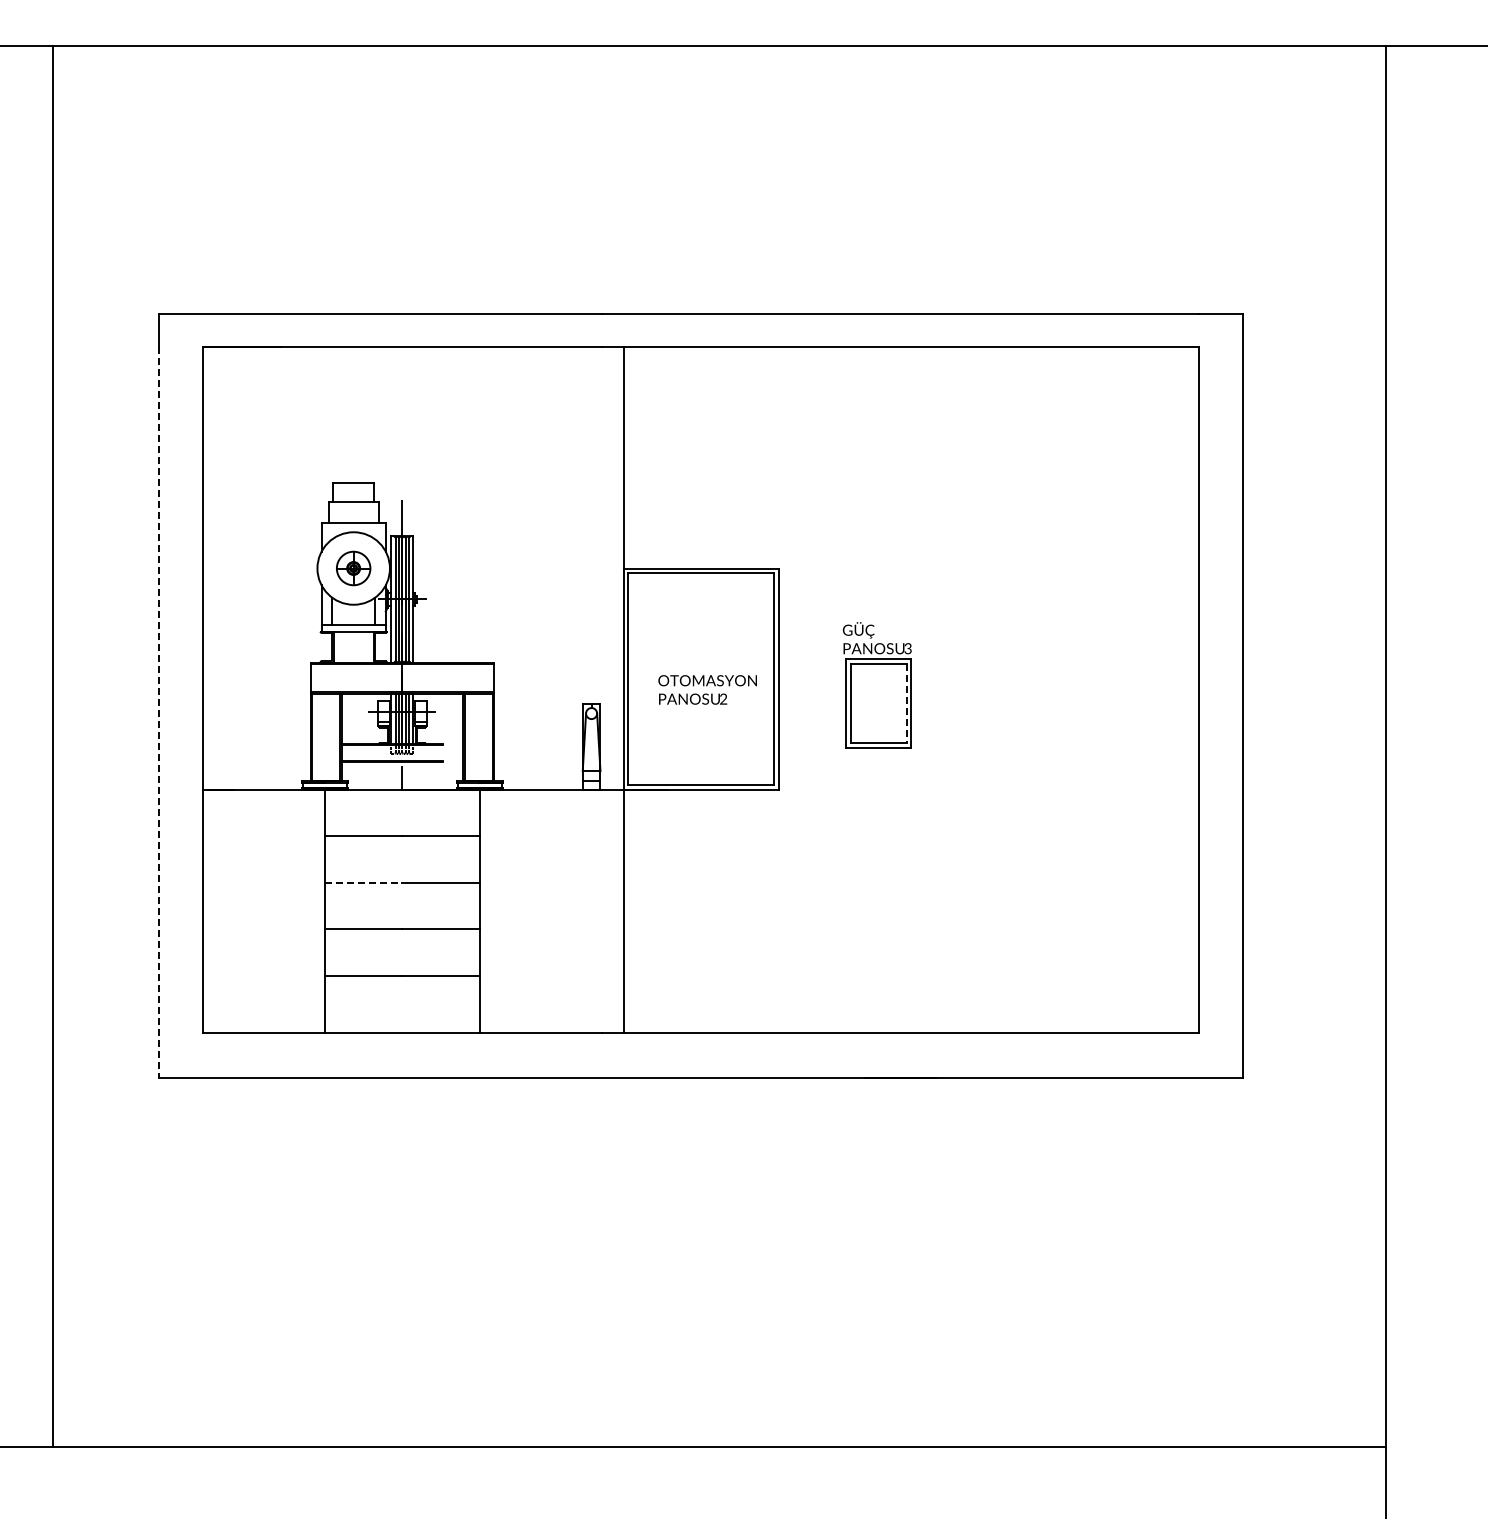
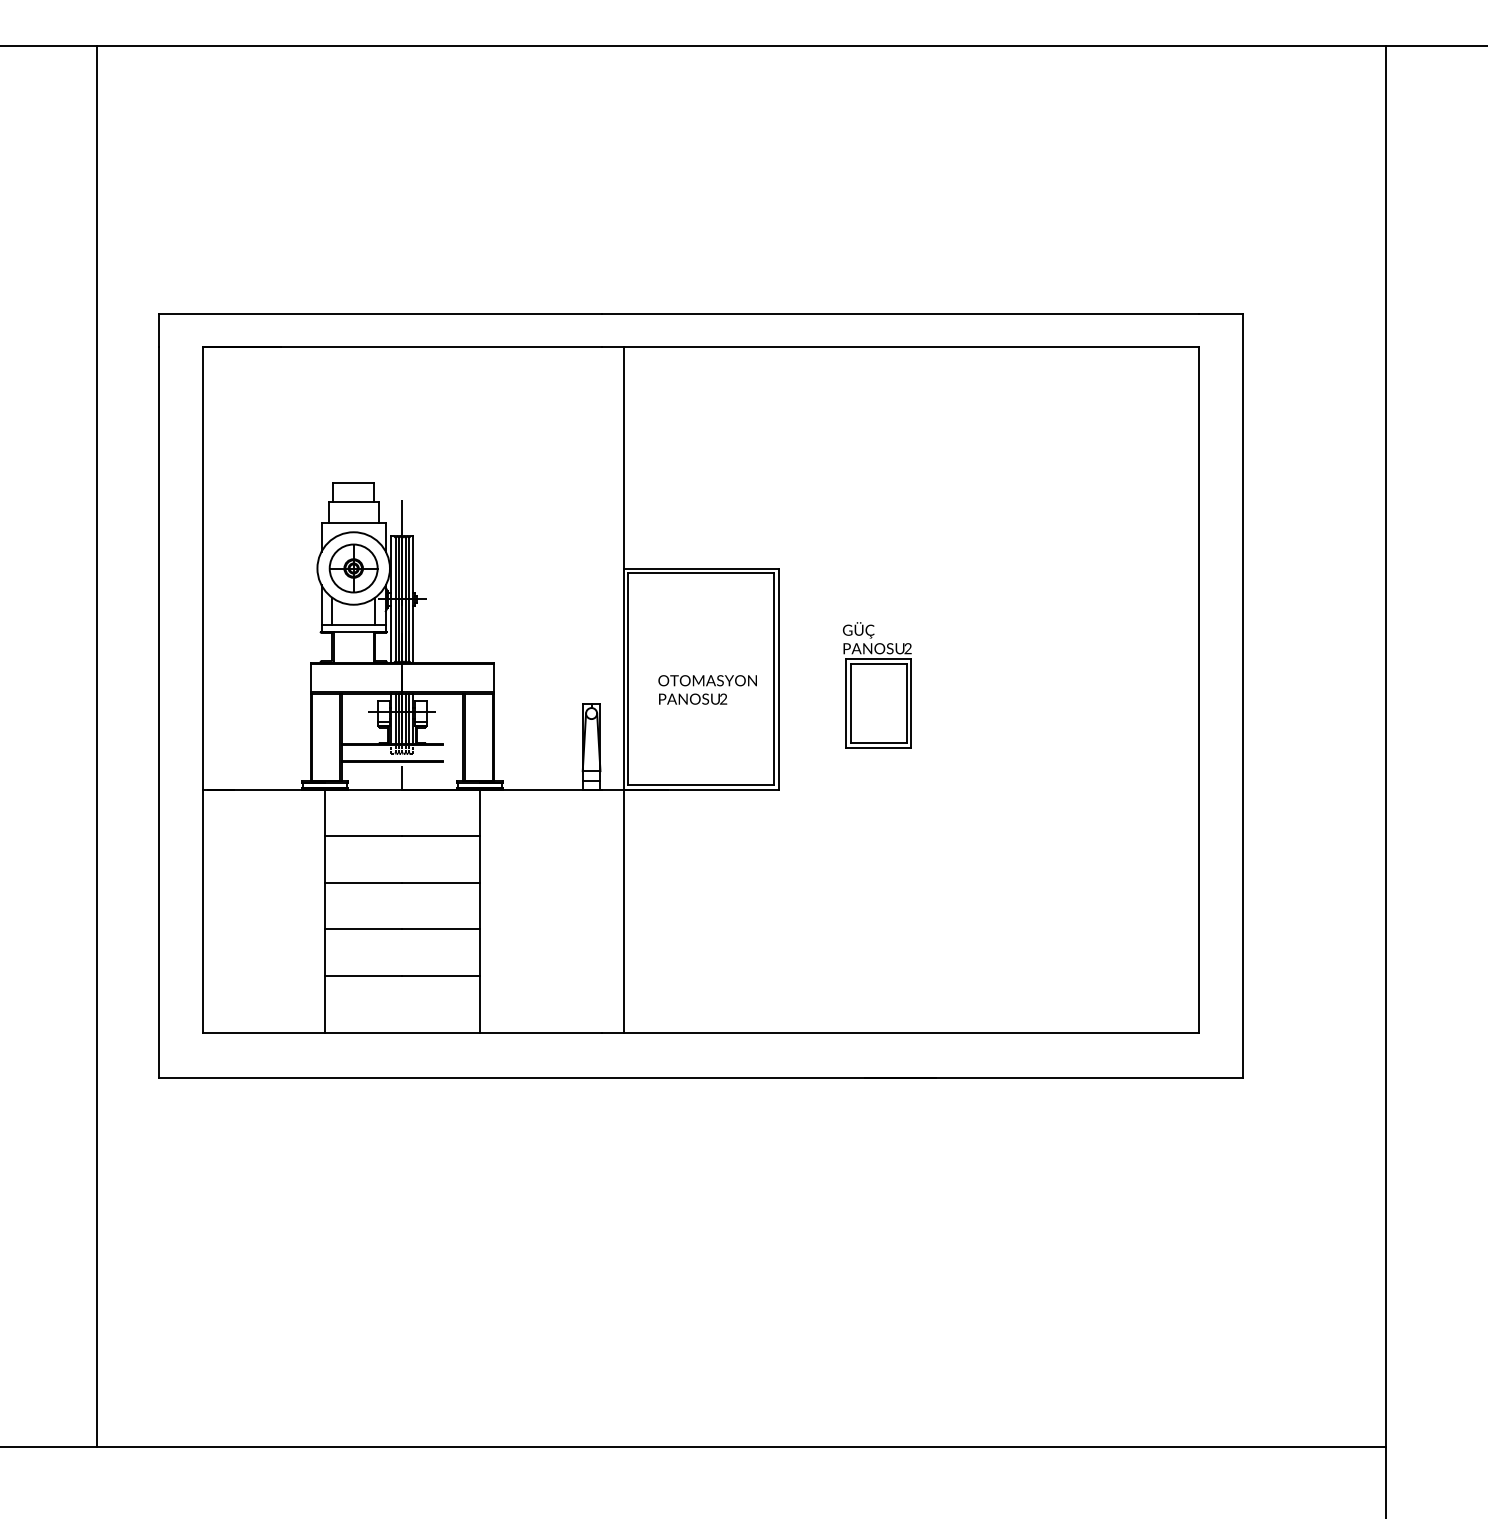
part at (353, 568) size: 36x37 px -> 51x51 px
text at (907, 650): 3 -> 2
line at (906, 703): dashed -> solid
line at (158, 712): dashed -> solid
line at (53, 745) position: (53, 745) -> (97, 745)
line at (363, 882): dashed -> solid
